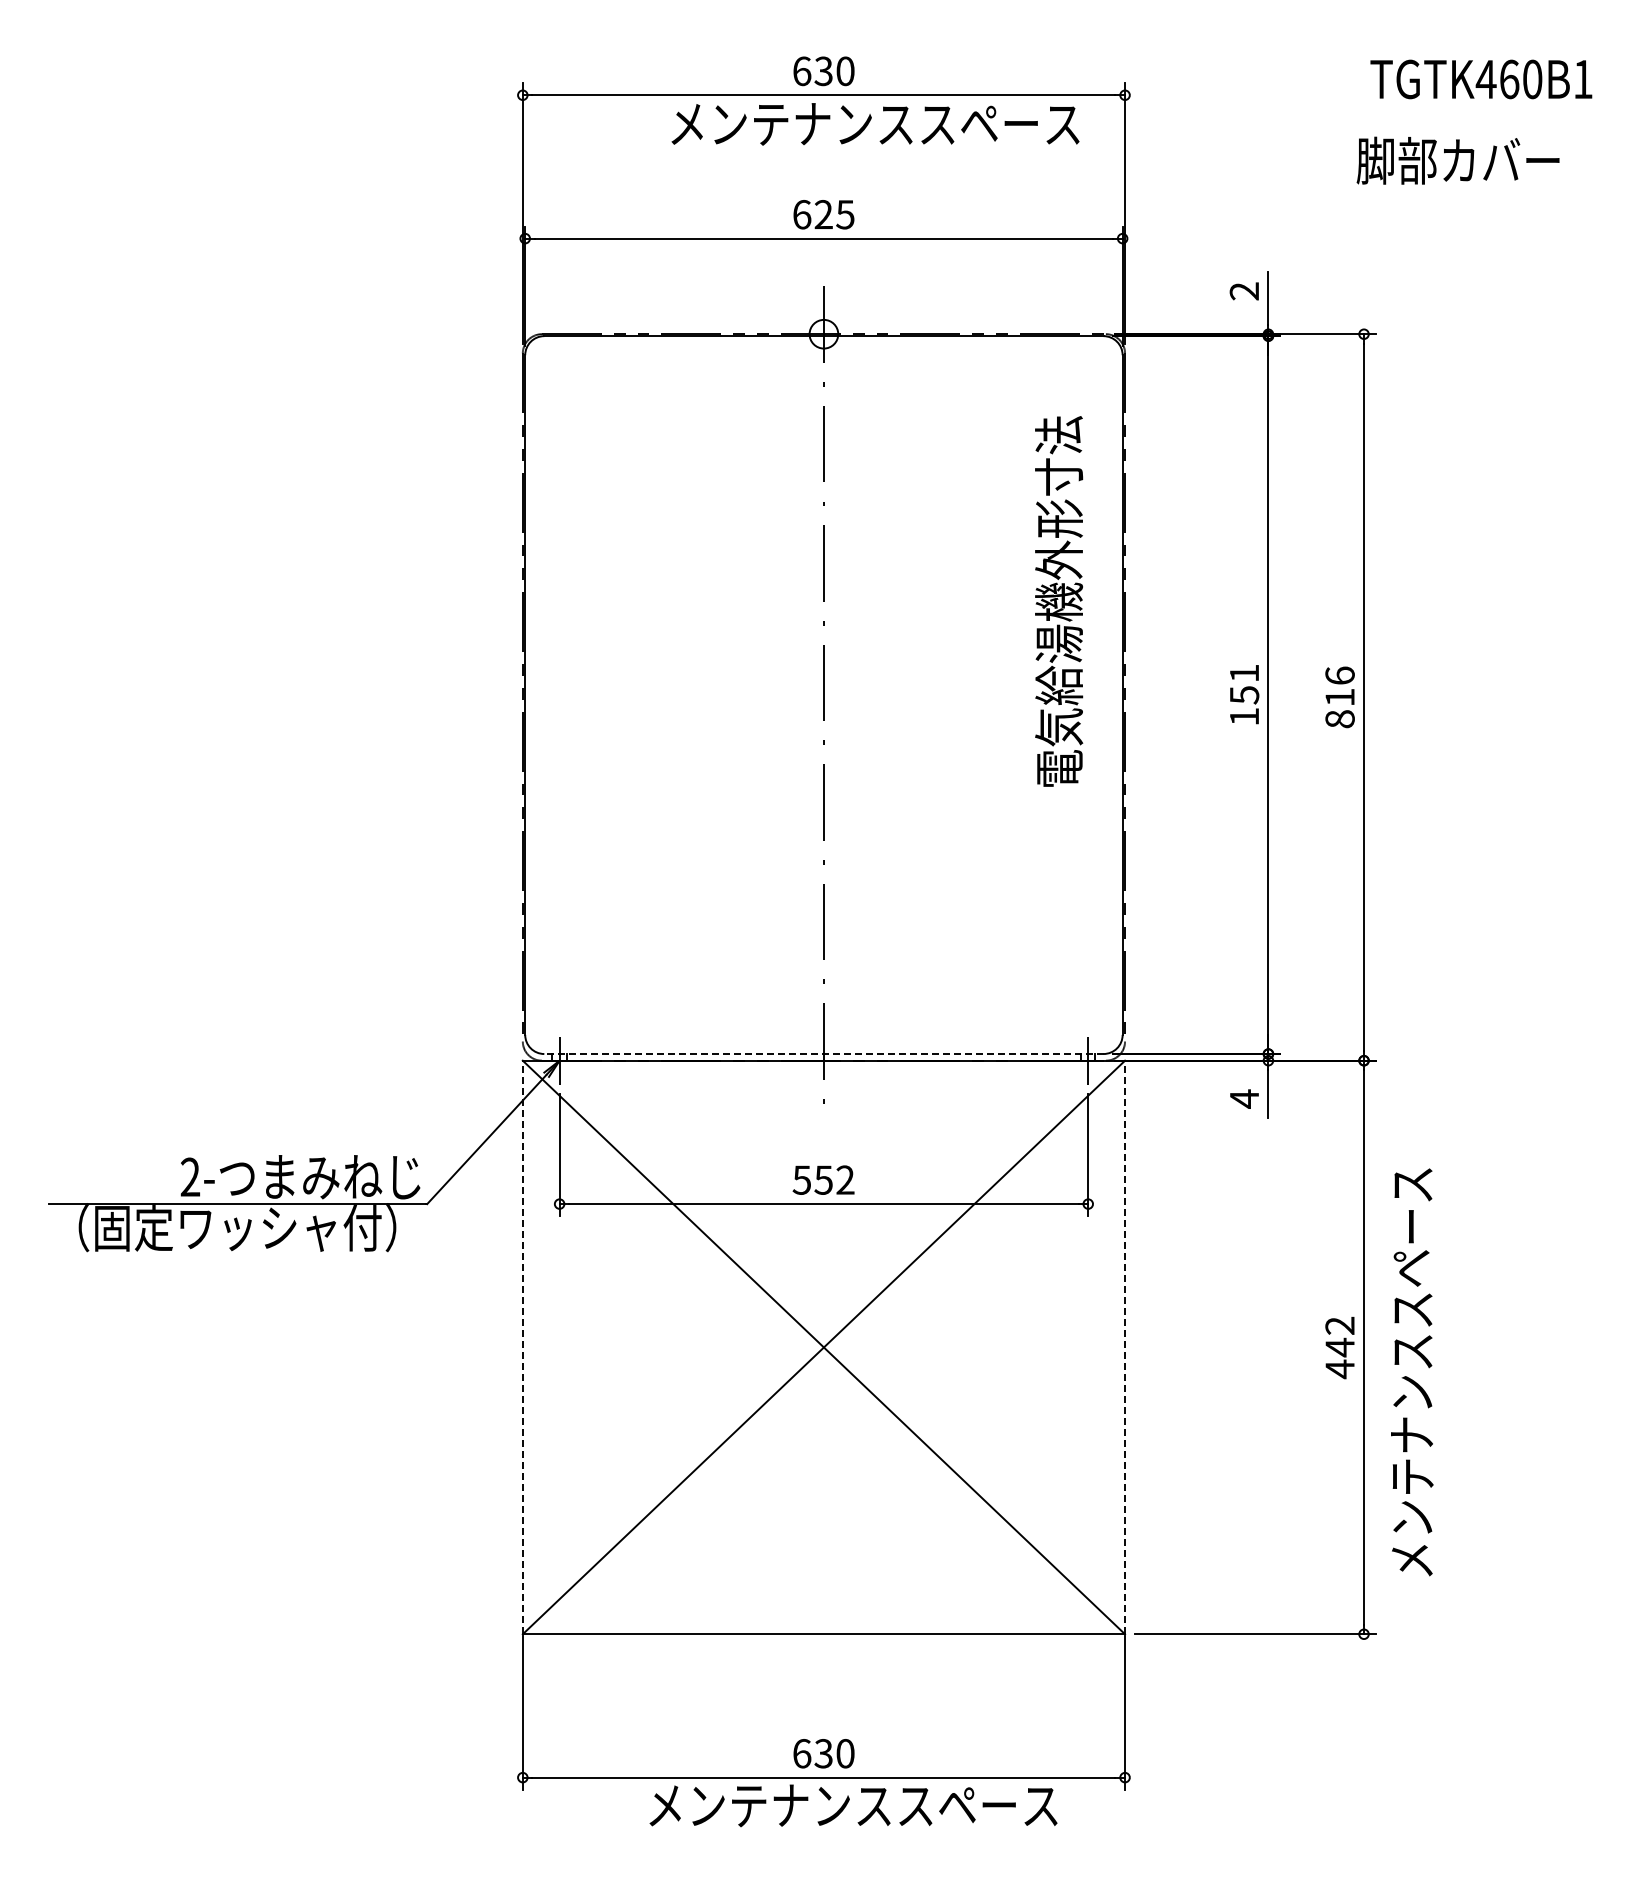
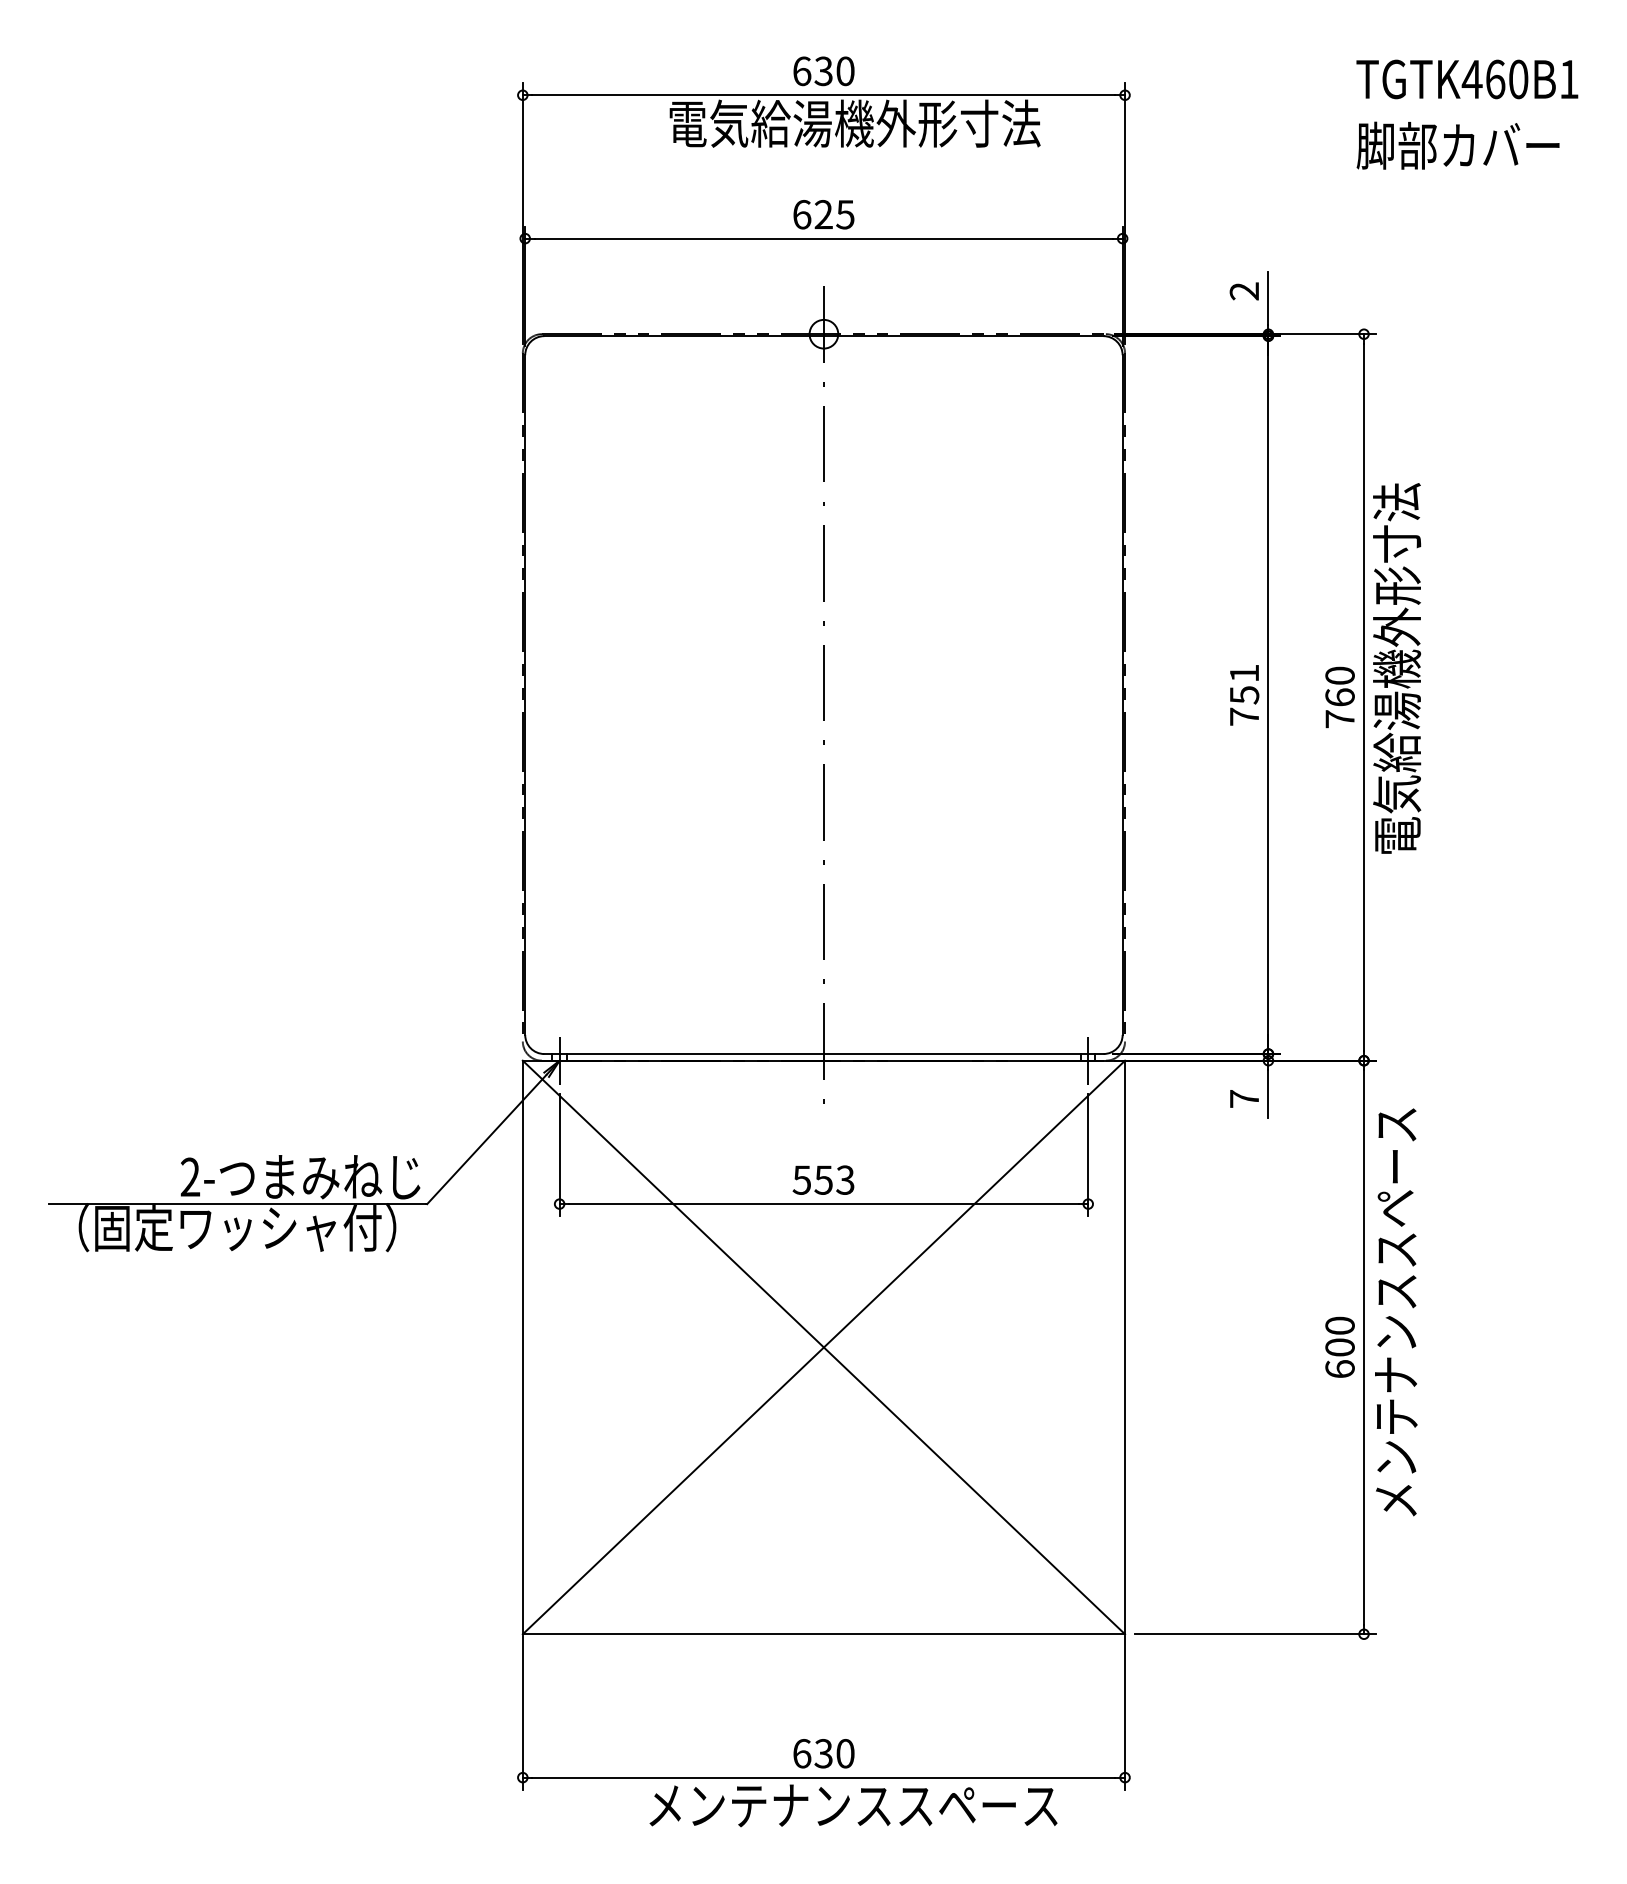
text at (1481, 79) position: (1481, 79) -> (1467, 79)
text at (874, 123): メンテナンススペース -> 電気給湯機外形寸法
text at (1457, 160) position: (1457, 160) -> (1457, 145)
text at (1059, 601) position: (1059, 601) -> (1397, 668)
text at (1339, 697): 816 -> 760
text at (1244, 716): 151 -> 751
line at (823, 1054): dashed -> solid
text at (1244, 1098): 4 -> 7
text at (845, 1179): 552 -> 553
line at (522, 1347): dashed -> solid
line at (1125, 1347): dashed -> solid
text at (1339, 1347): 442 -> 600
text at (1412, 1372) position: (1412, 1372) -> (1396, 1312)
